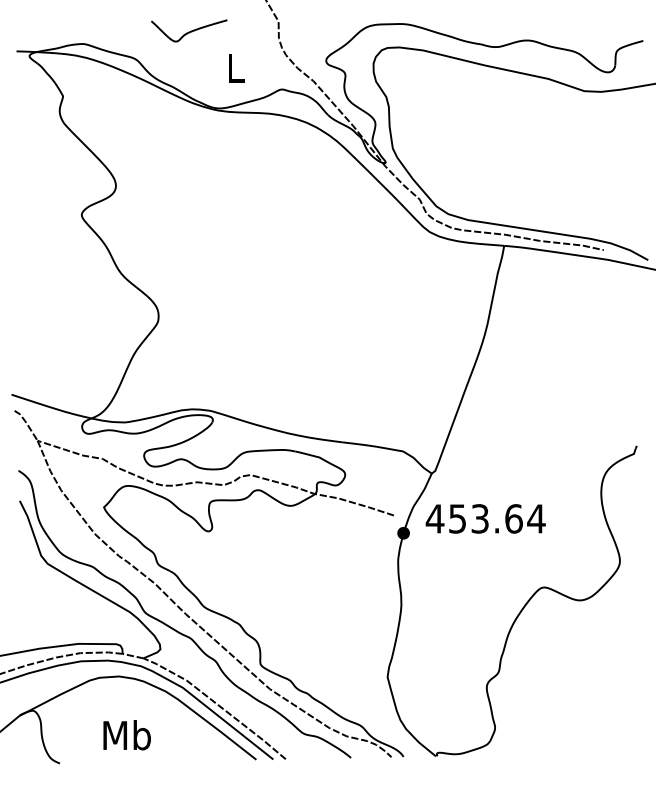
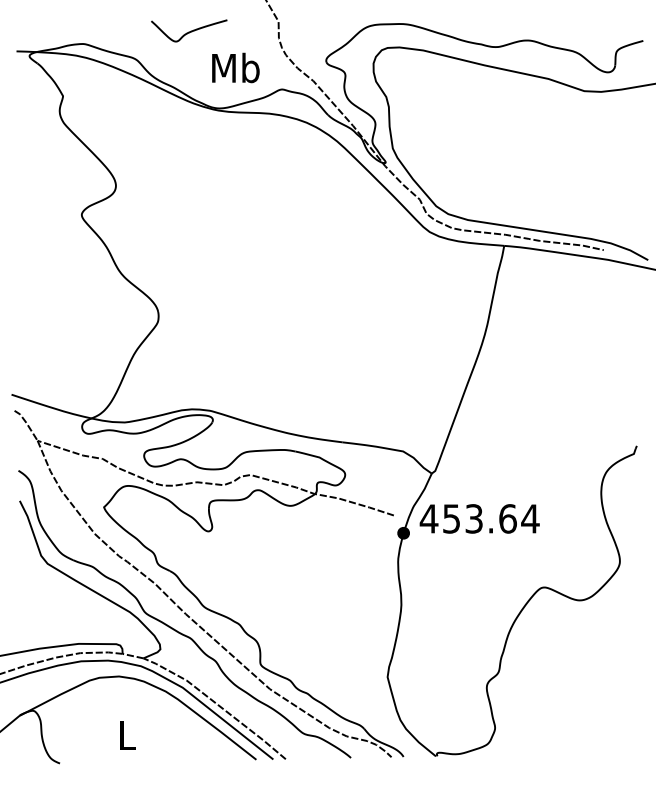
text at (235, 67): L -> Mb
text at (485, 518) position: (485, 518) -> (479, 518)
text at (126, 735): Mb -> L
